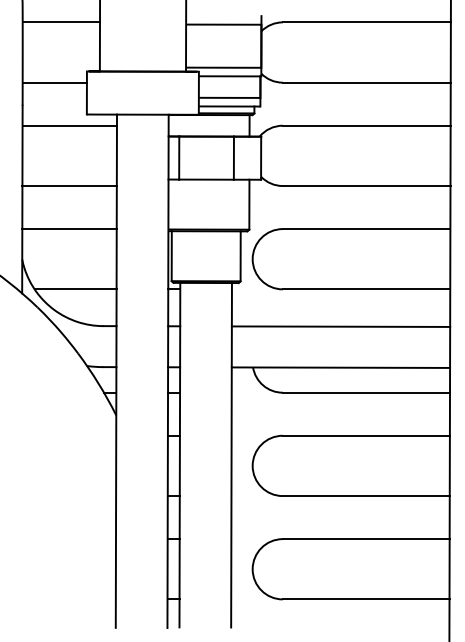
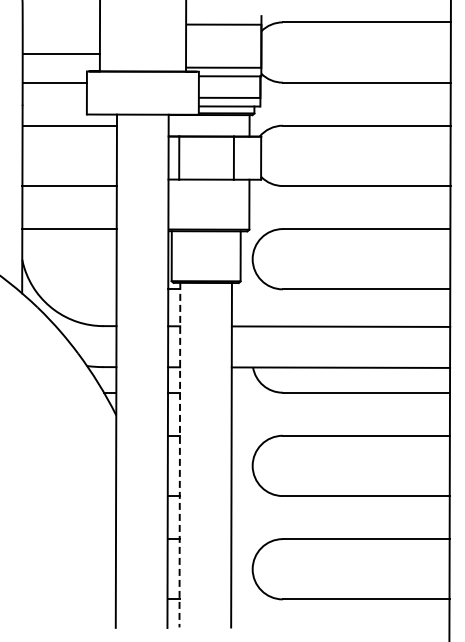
line at (61, 22) position: (61, 22) -> (61, 54)
line at (75, 289): present -> none
line at (179, 455): solid -> dashed
